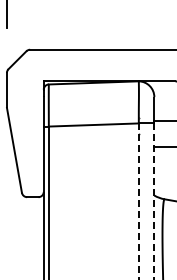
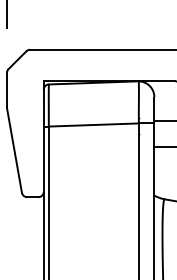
line at (138, 201): dashed -> solid
line at (154, 201): dashed -> solid
